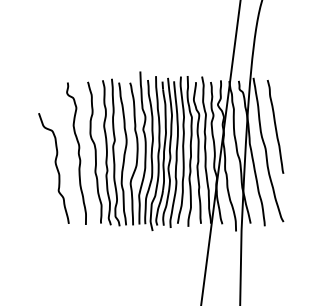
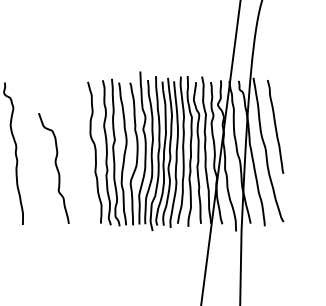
curve at (77, 153) position: (77, 153) -> (14, 153)
